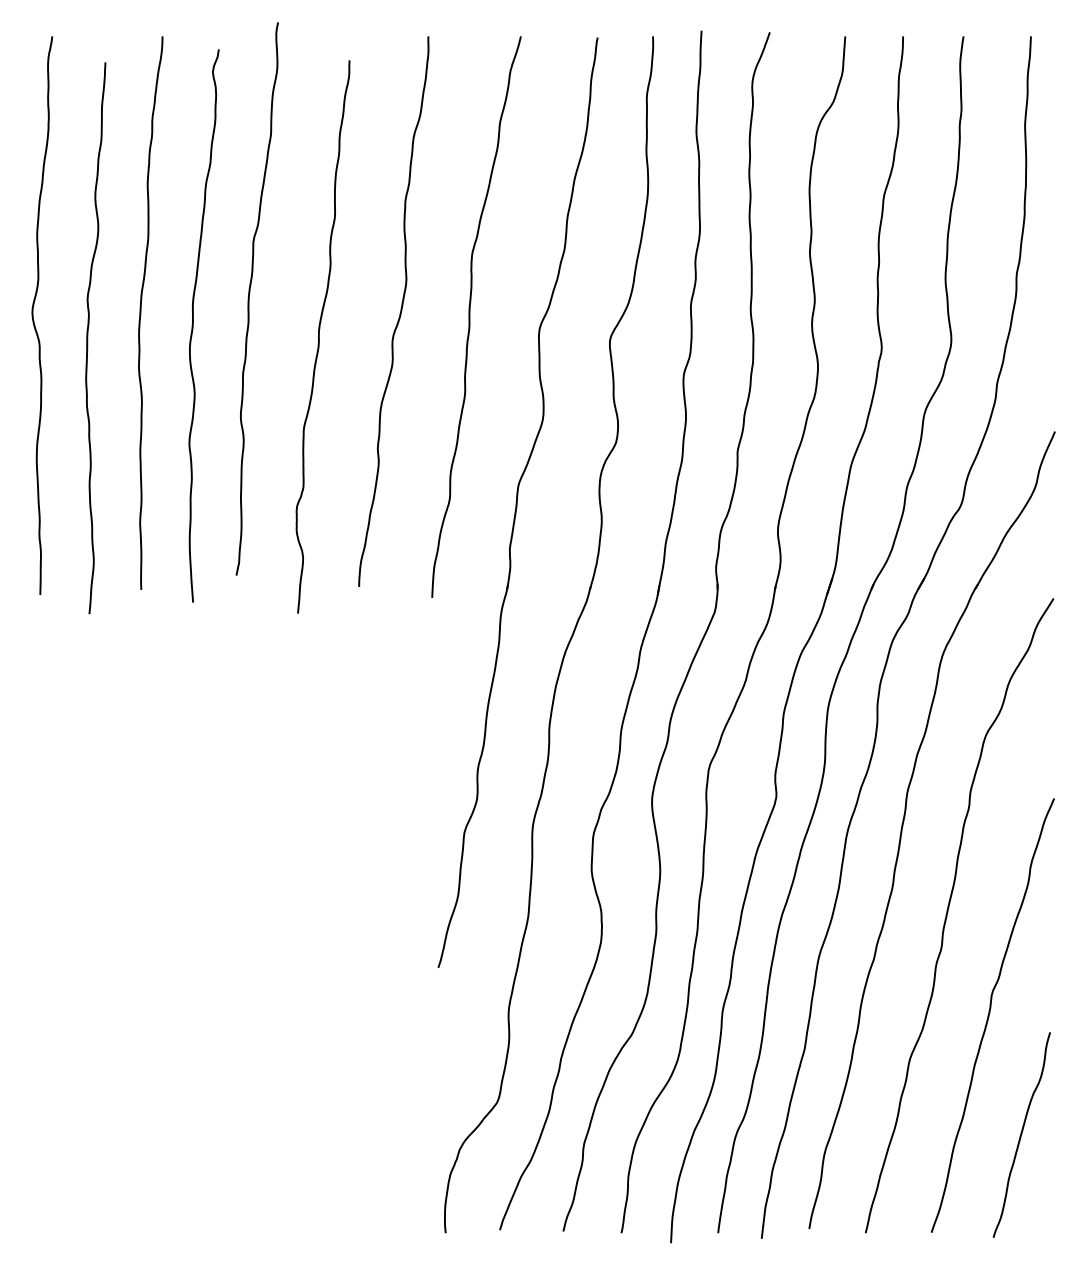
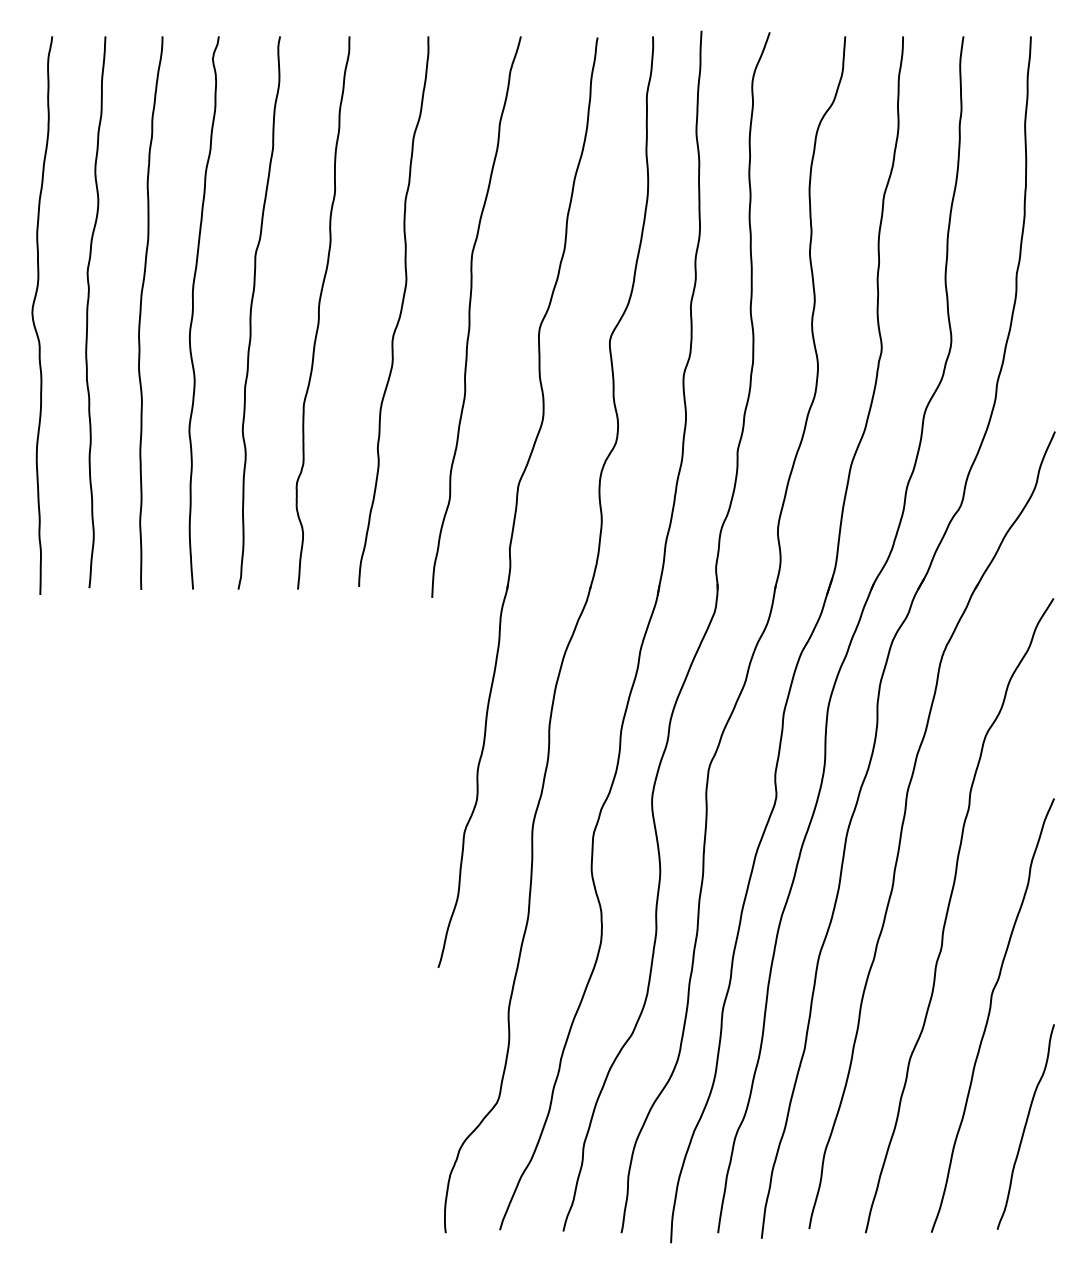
curve at (249, 298) position: (249, 298) -> (251, 312)
curve at (193, 325) position: (193, 325) -> (193, 312)
curve at (319, 336) position: (319, 336) -> (319, 312)
curve at (88, 338) position: (88, 338) -> (88, 312)
curve at (1021, 1134) position: (1021, 1134) -> (1025, 1126)
